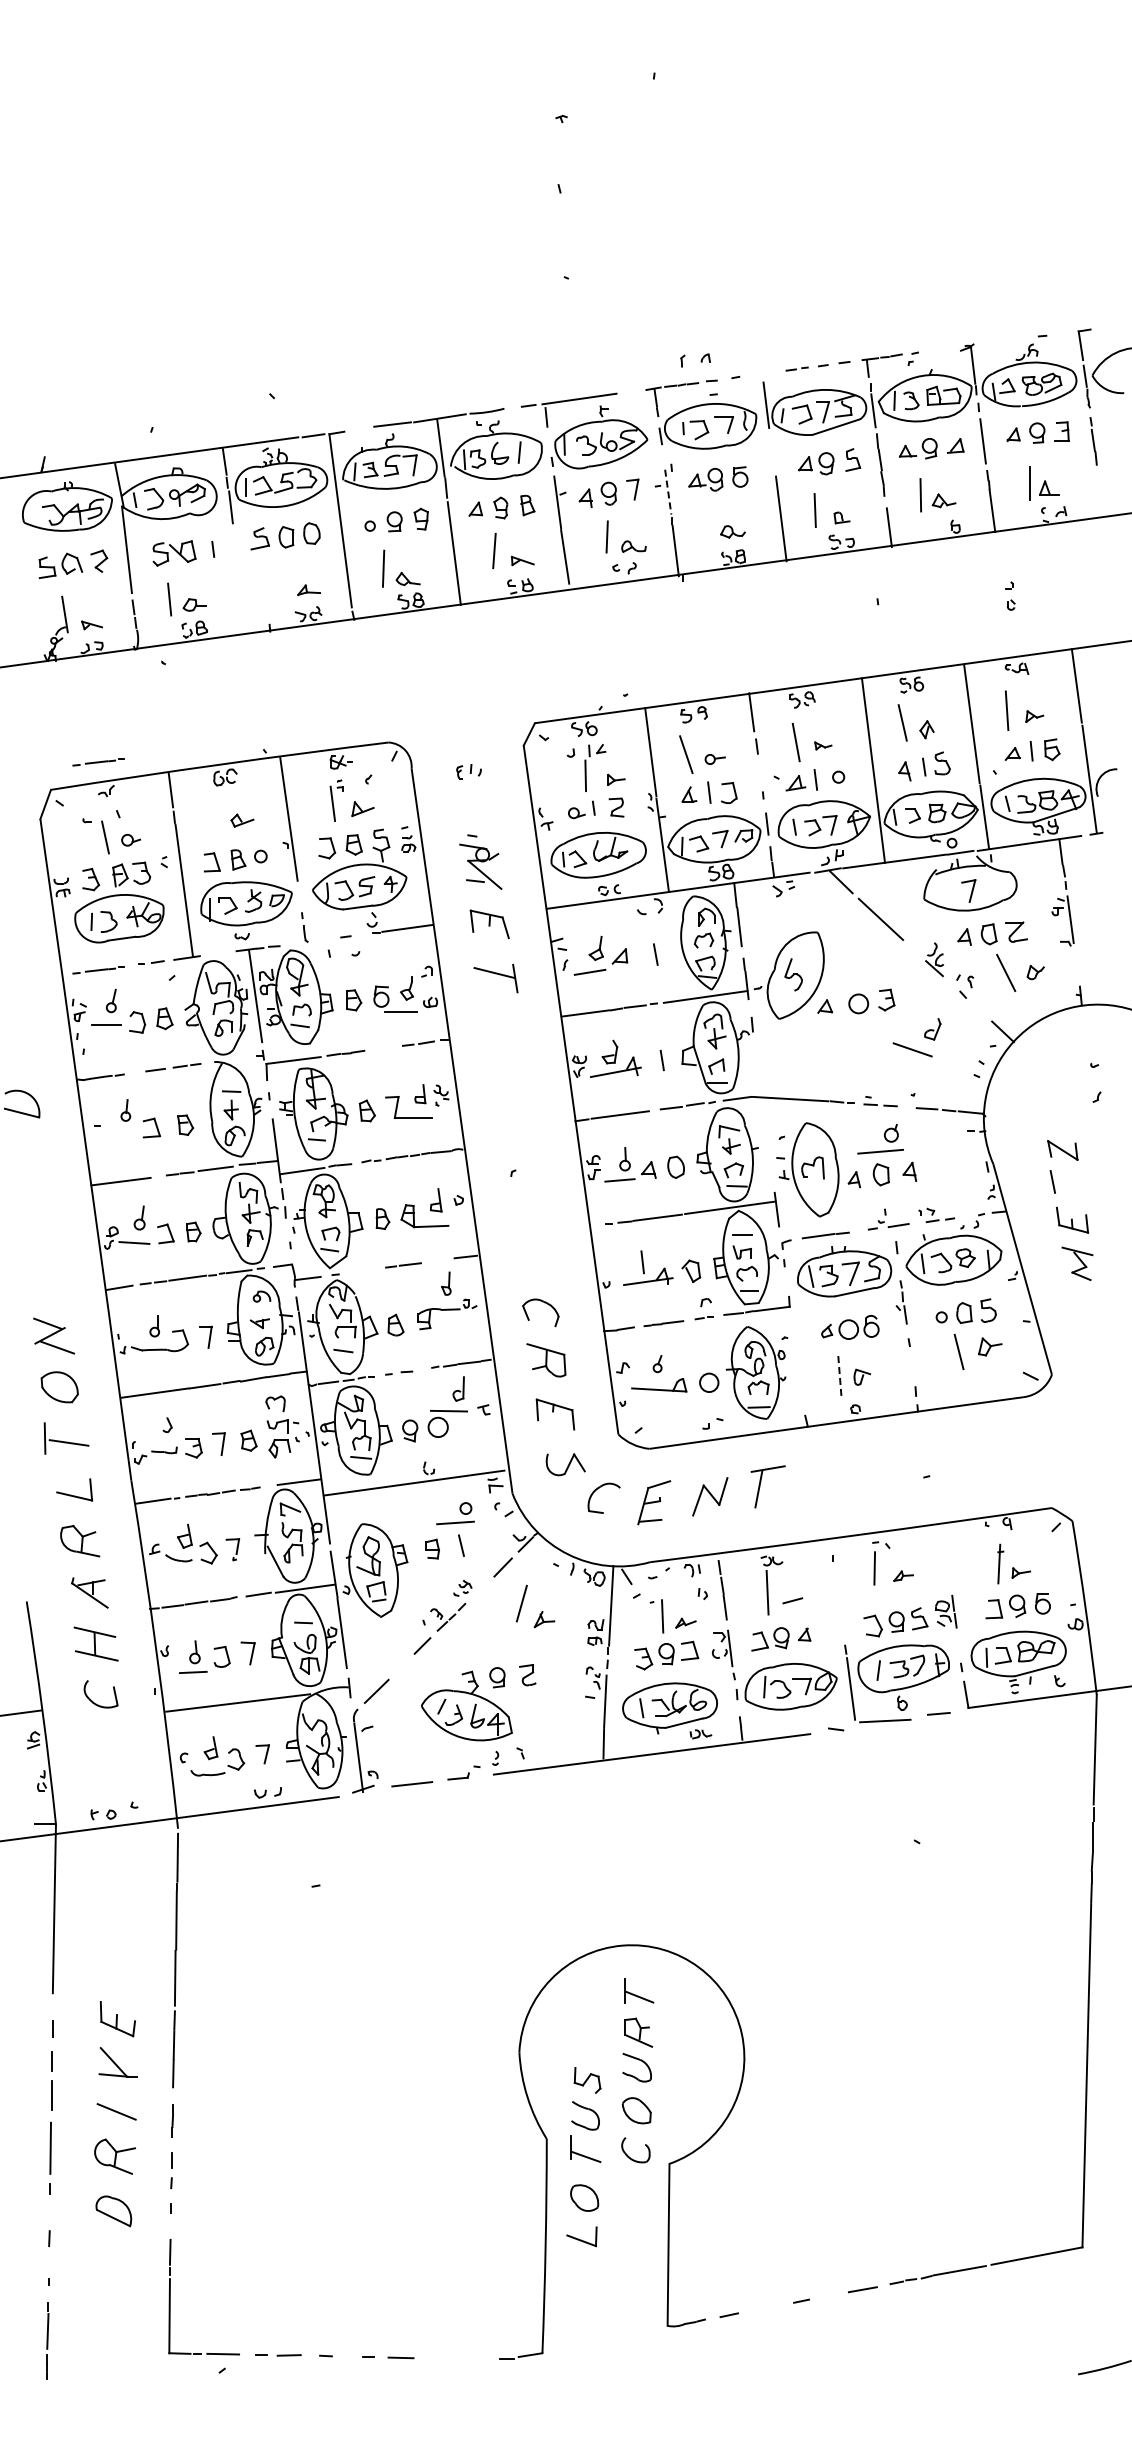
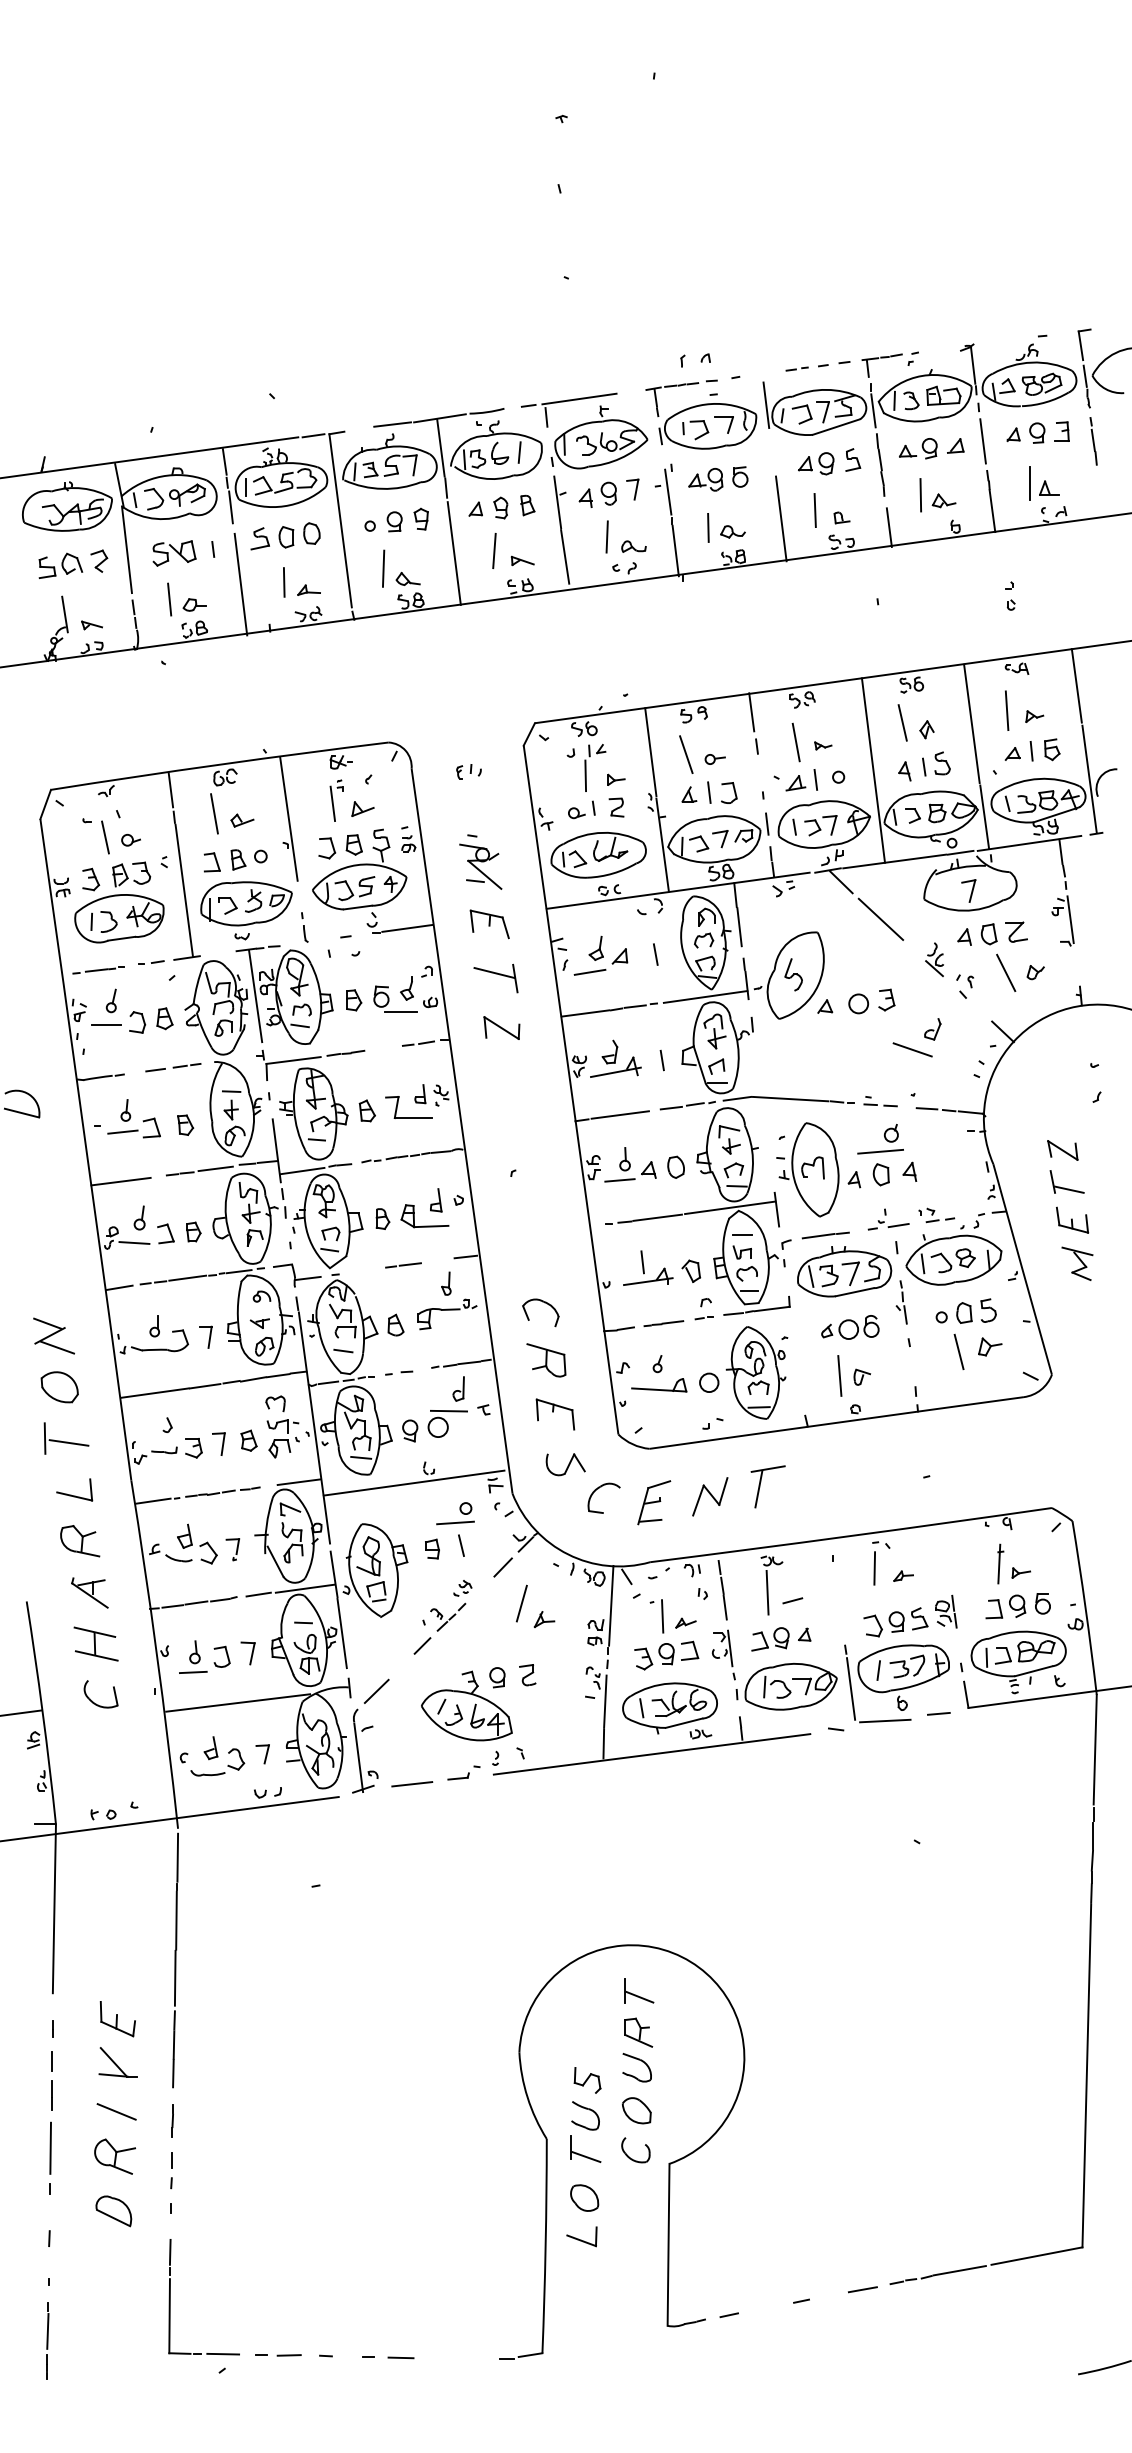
line at (668, 492): dashed -> solid
line at (708, 527): none -> present
line at (283, 582): none -> present
line at (240, 584): none -> present
part at (98, 762): present -> none
line at (214, 813): none -> present
part at (501, 1027): none -> present
line at (122, 1131): none -> present
line at (1069, 1189): none -> present
line at (839, 1375): dashed -> solid
